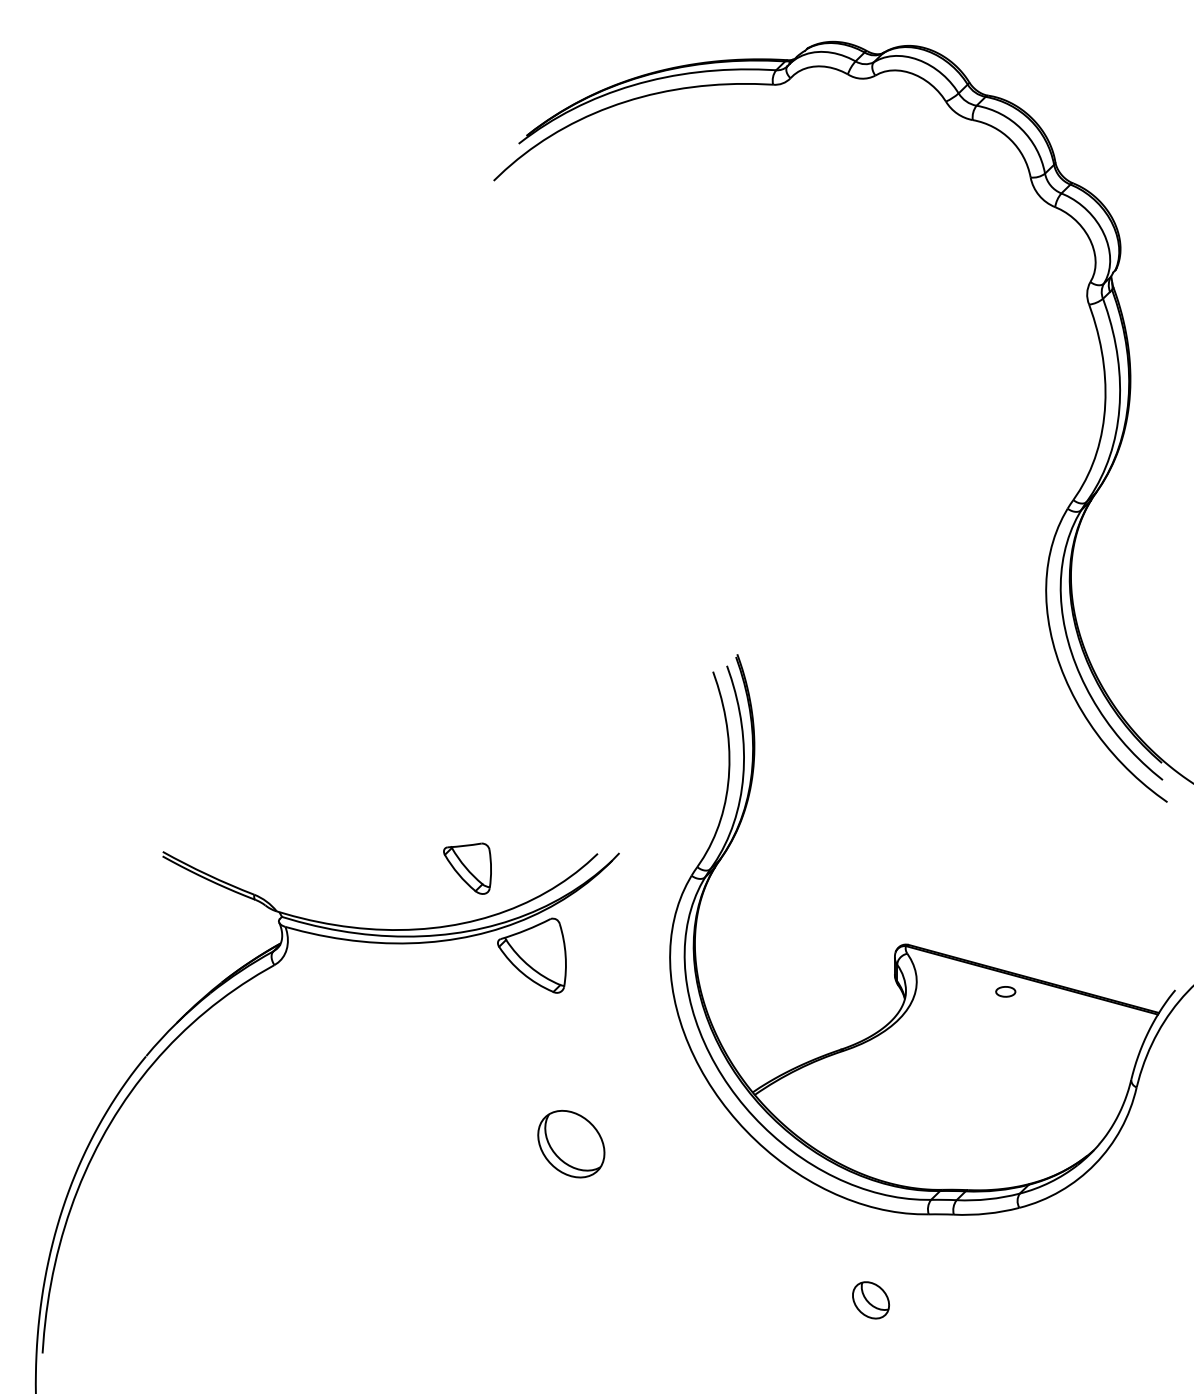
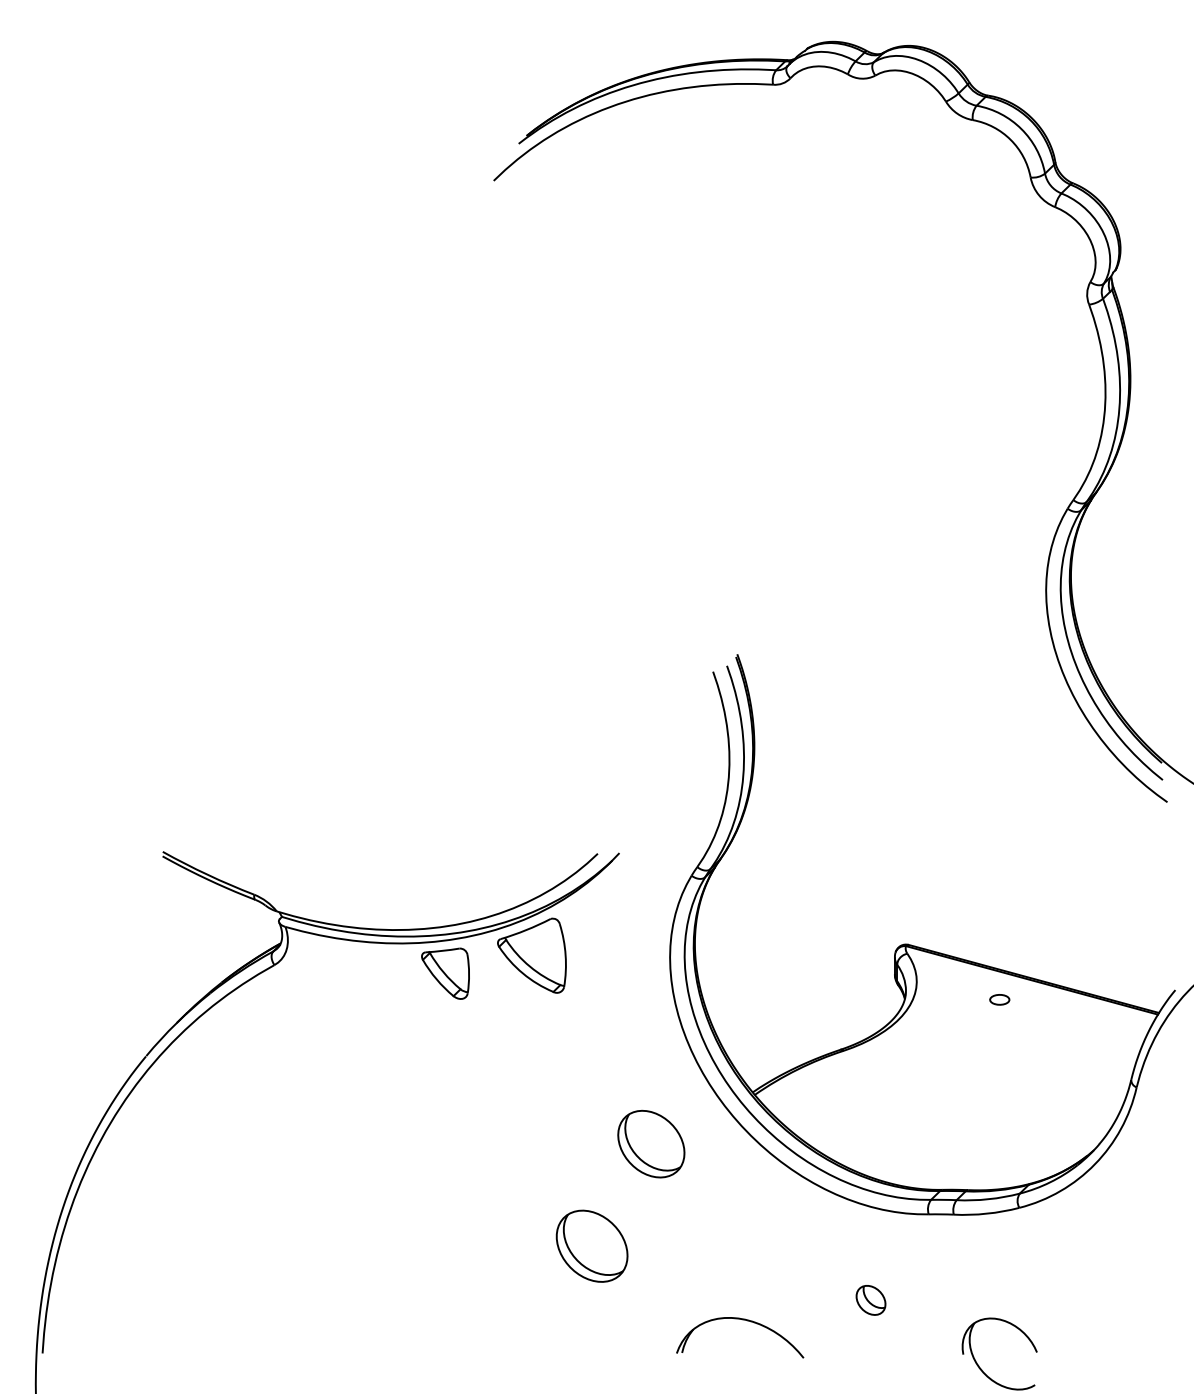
part at (467, 868) position: (467, 868) -> (445, 973)
part at (1005, 991) position: (1005, 991) -> (999, 999)
part at (571, 1143) position: (571, 1143) -> (651, 1143)
part at (591, 1245): none -> present
part at (870, 1300) size: 38x39 px -> 32x31 px
part at (742, 1320): none -> present
part at (979, 1365): none -> present
